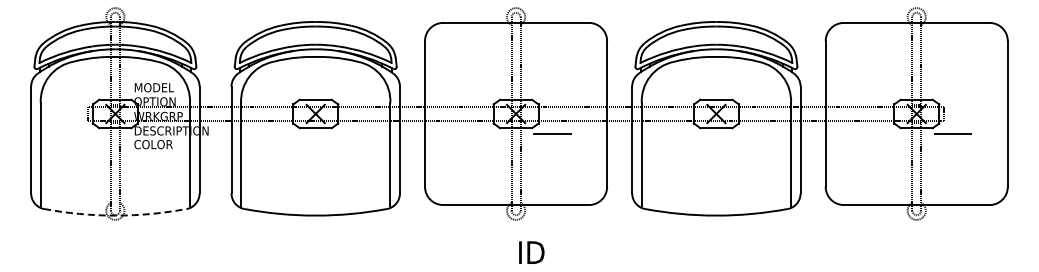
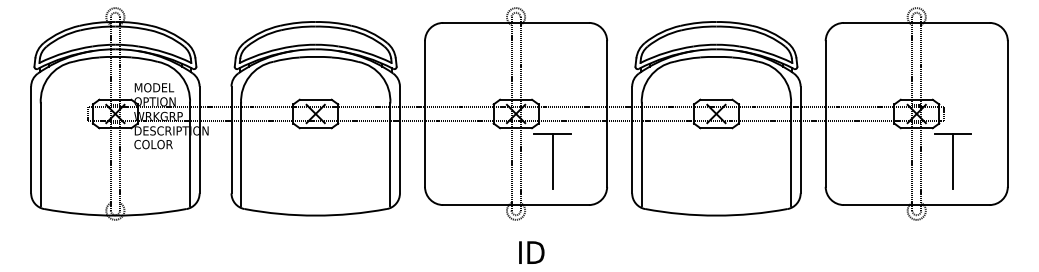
line at (552, 161): none -> present
line at (953, 161): none -> present
arc at (115, 215): dashed -> solid
